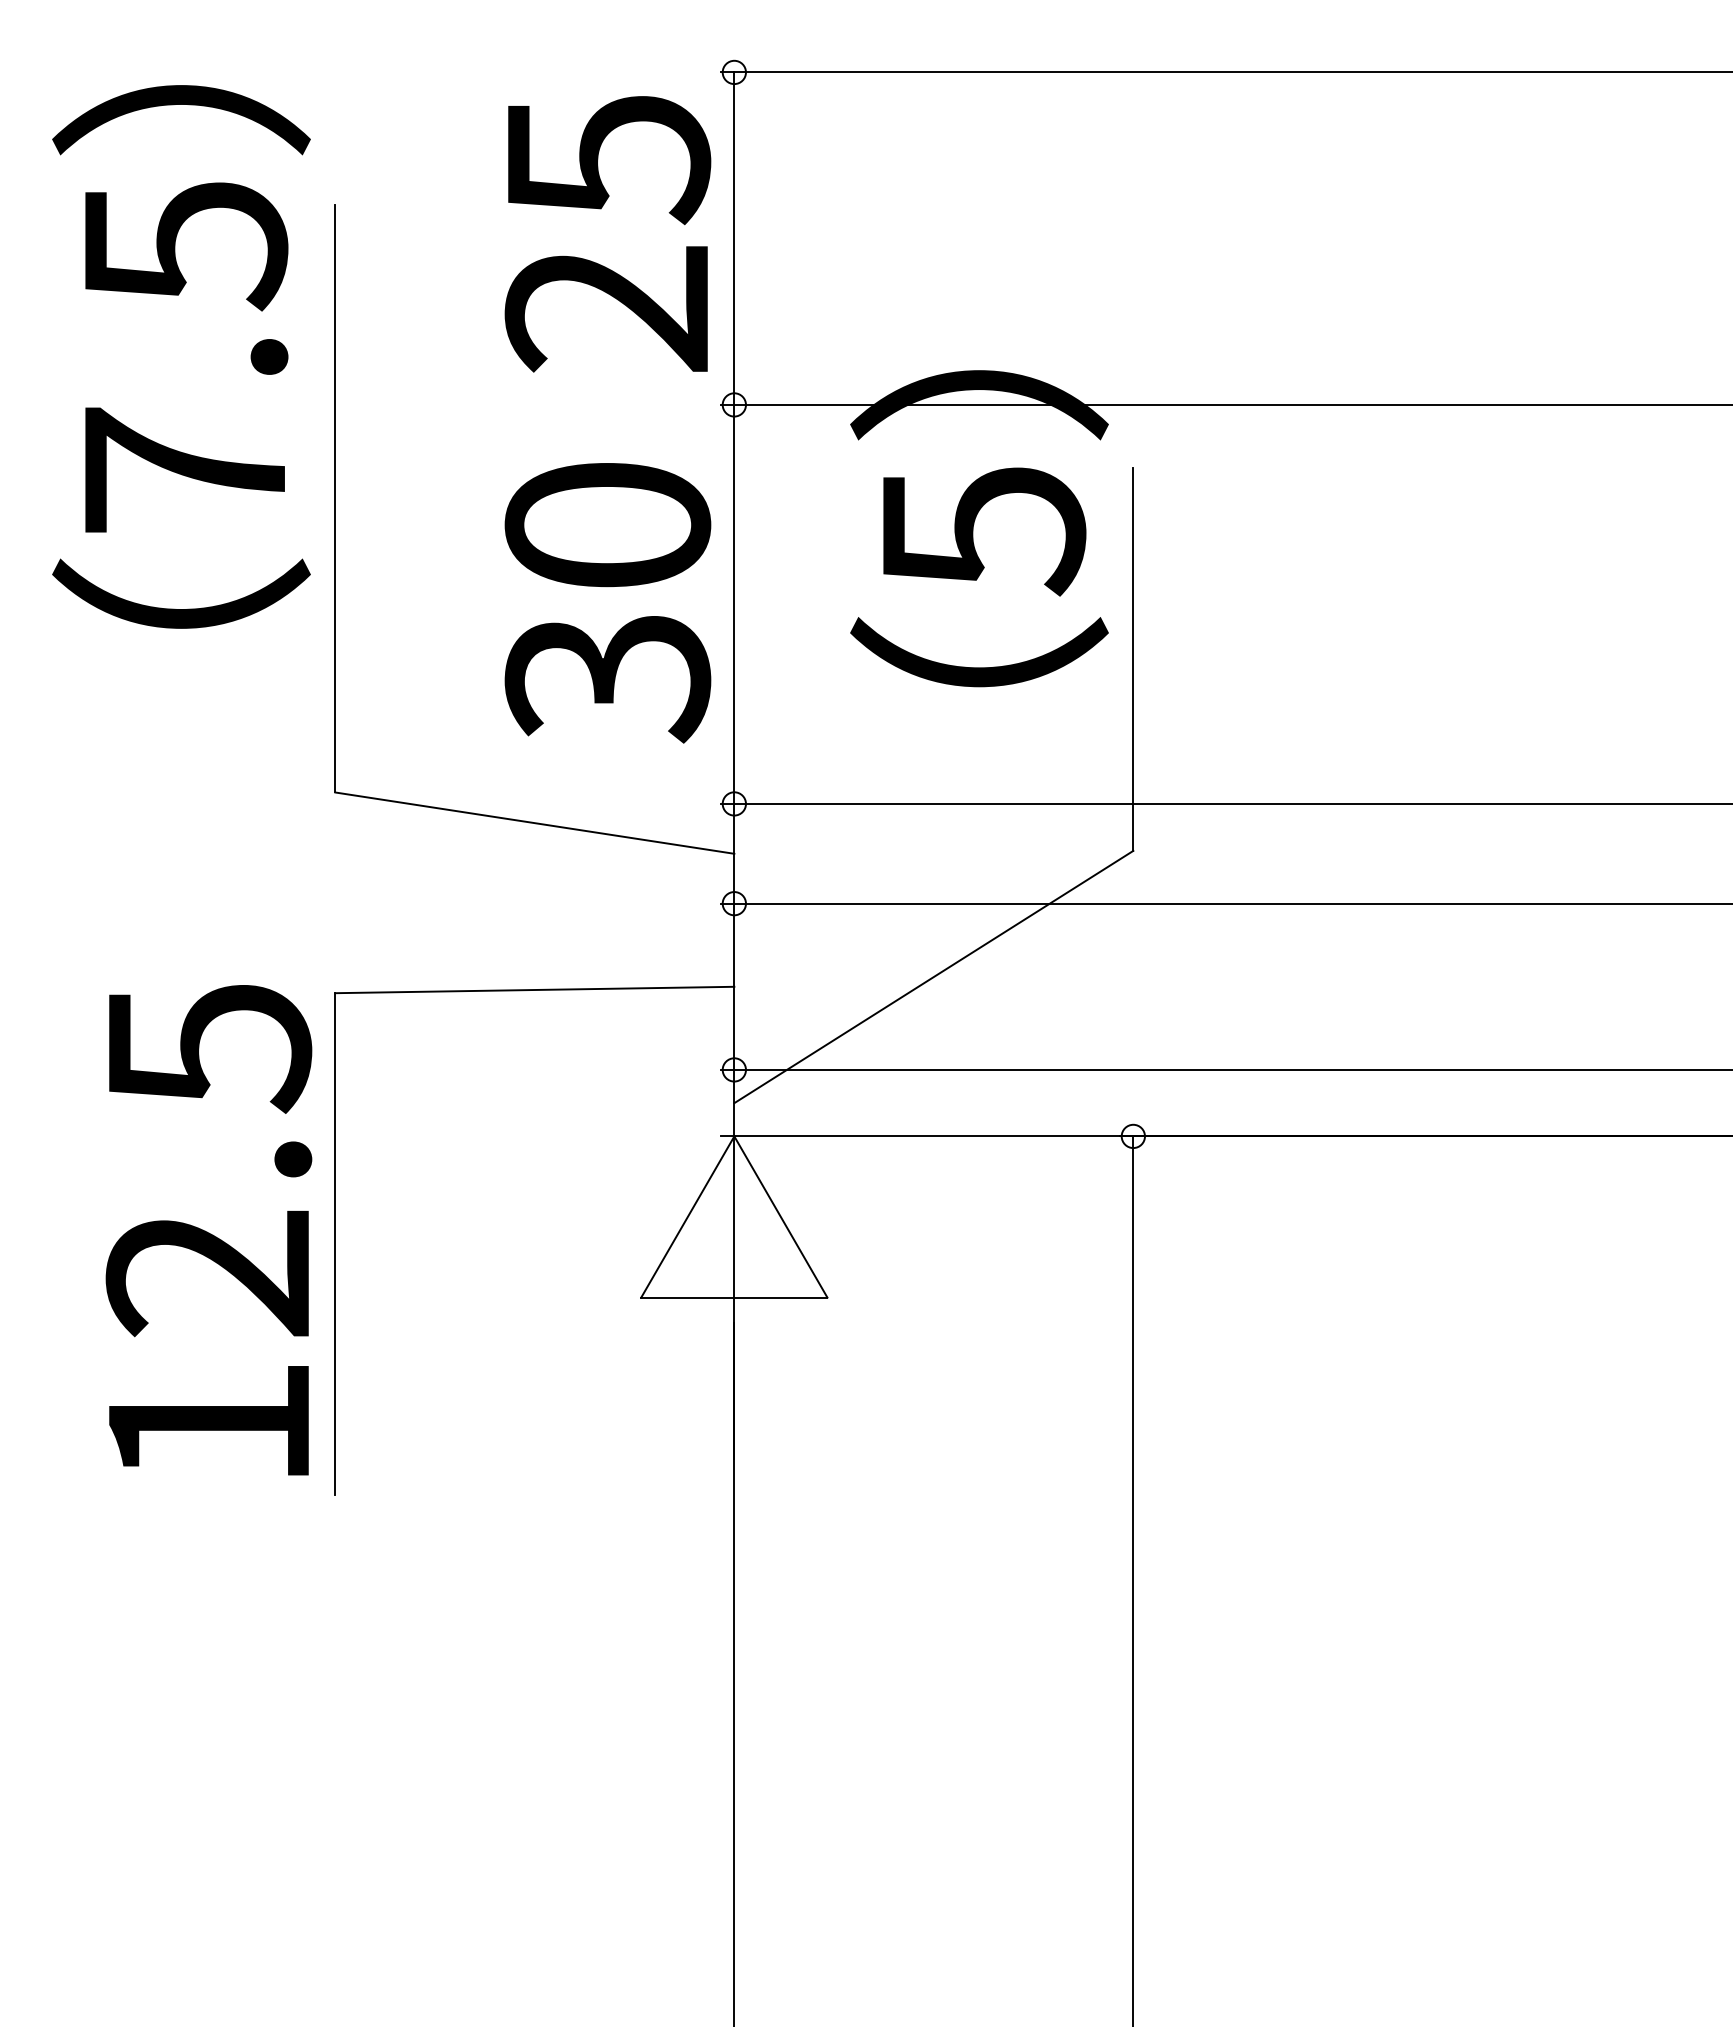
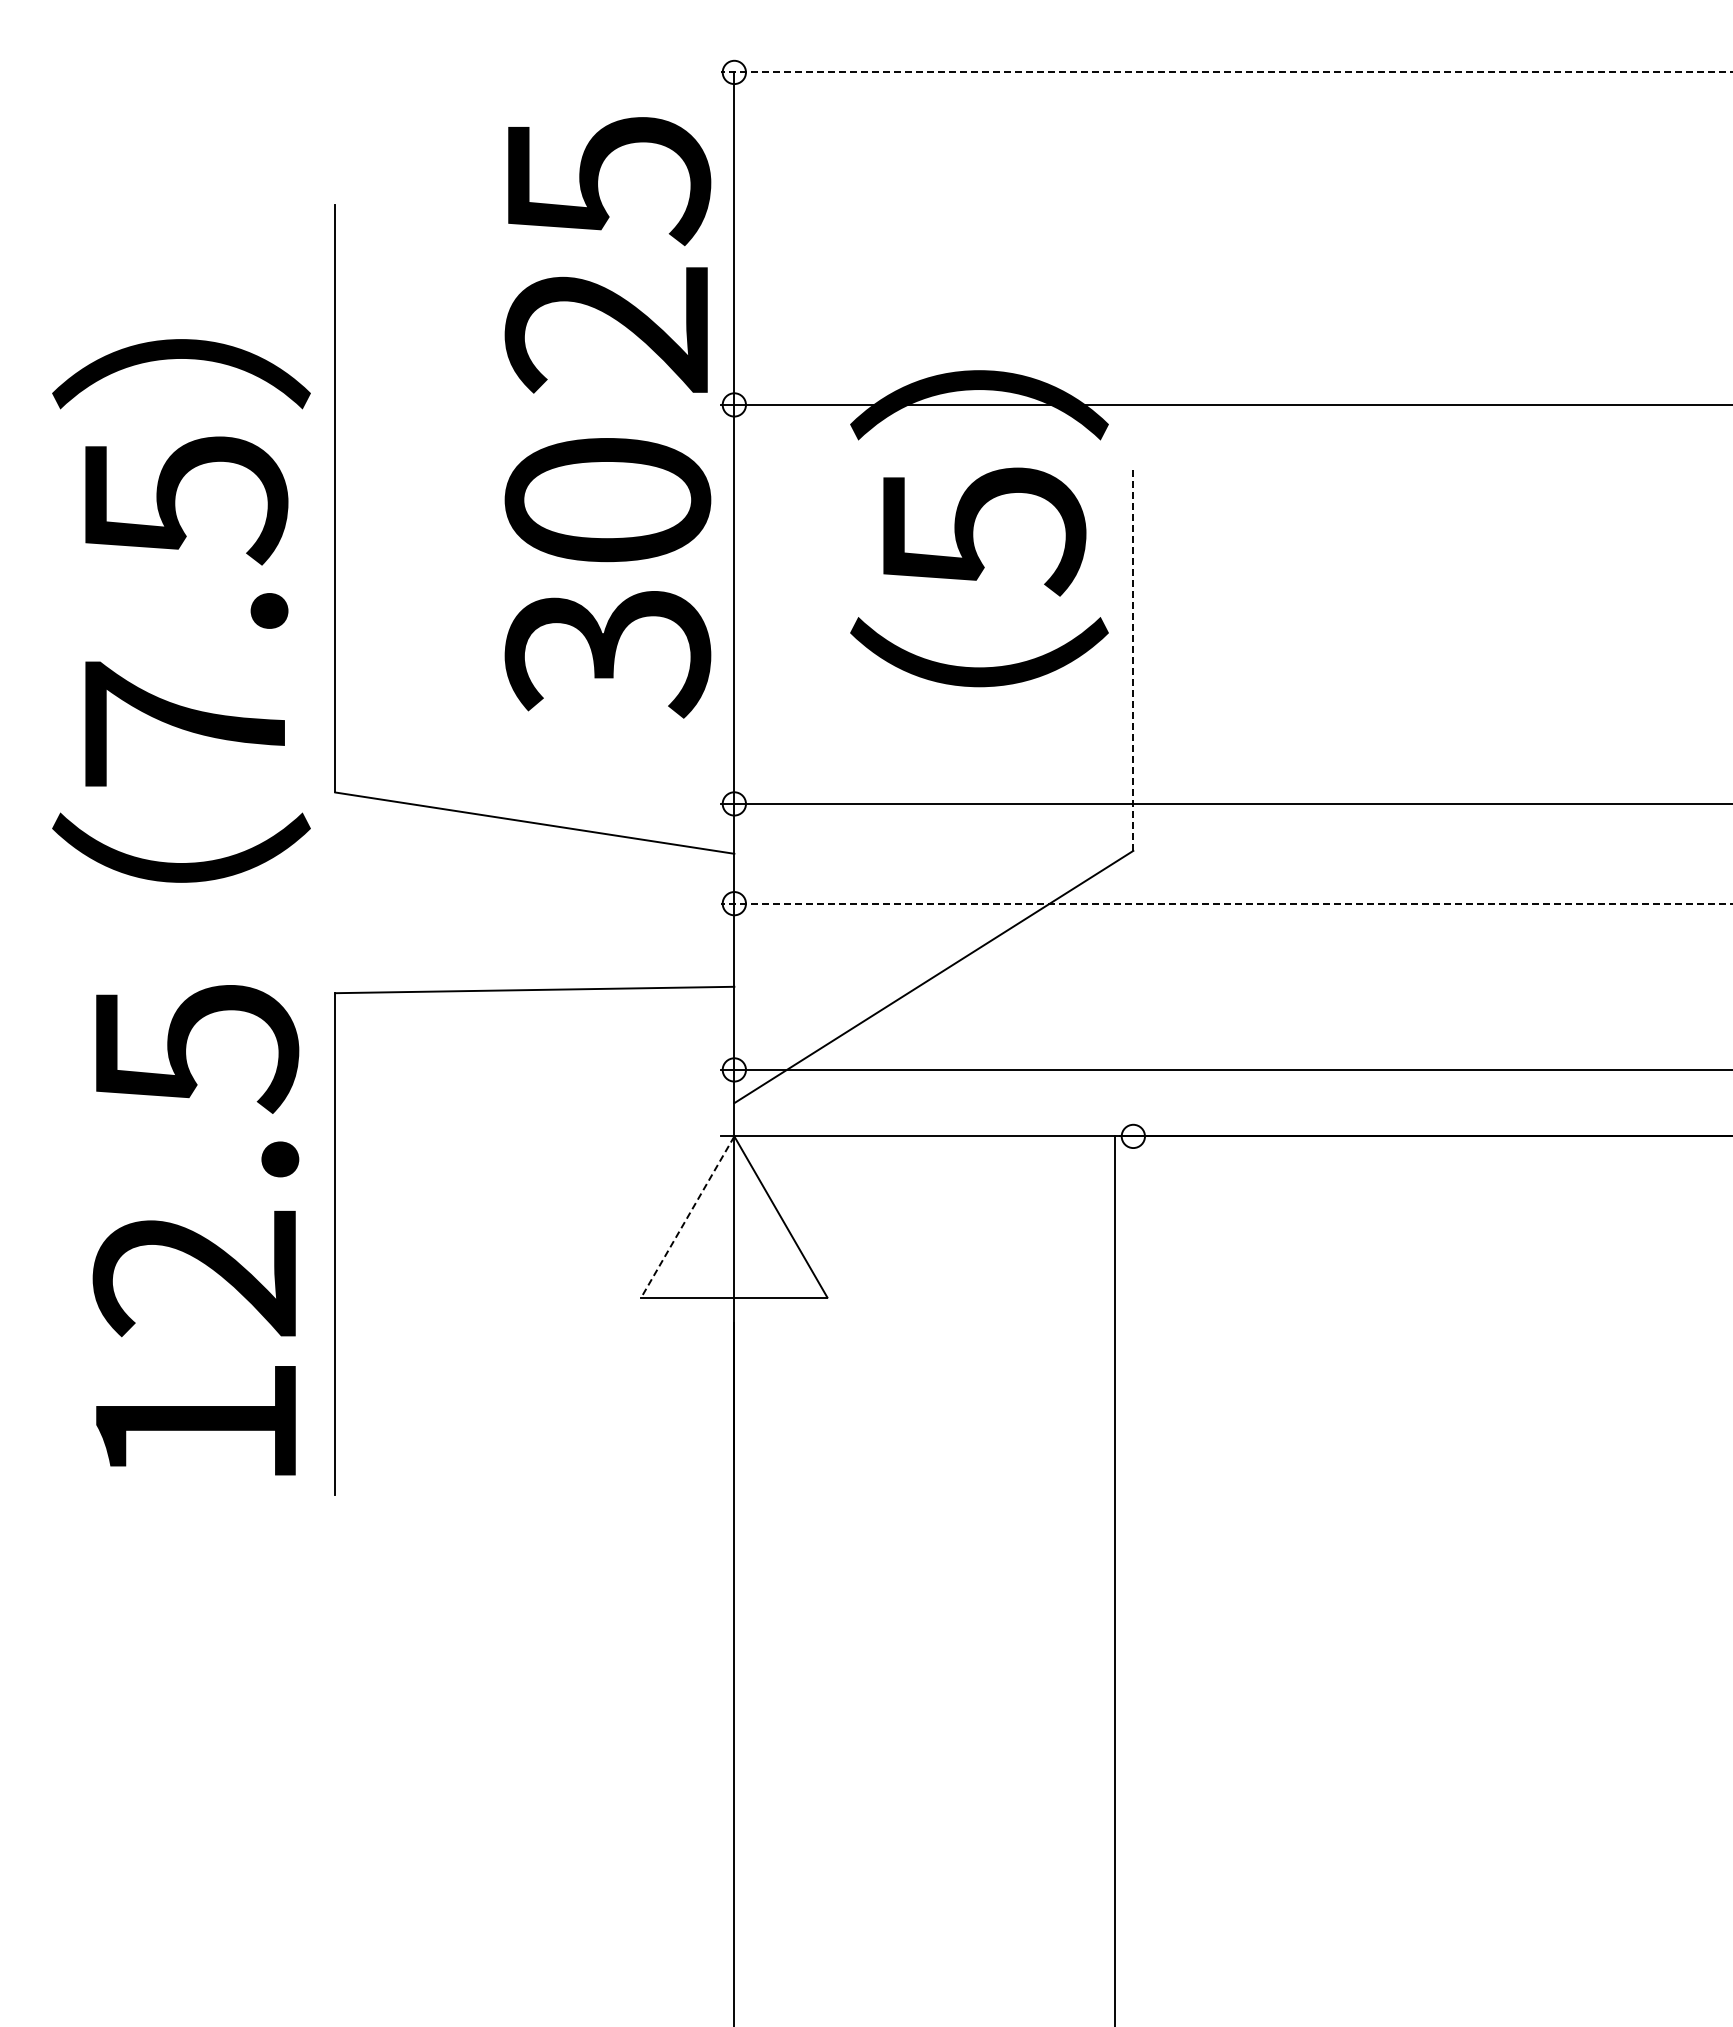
line at (1226, 72): solid -> dashed
text at (607, 234) position: (607, 234) -> (607, 255)
text at (181, 356) position: (181, 356) -> (181, 610)
text at (607, 603) position: (607, 603) -> (607, 578)
line at (1133, 659): solid -> dashed
line at (1226, 903): solid -> dashed
line at (687, 1217): solid -> dashed
text at (208, 1230) position: (208, 1230) -> (195, 1230)
line at (1133, 1579) position: (1133, 1579) -> (1115, 1579)
